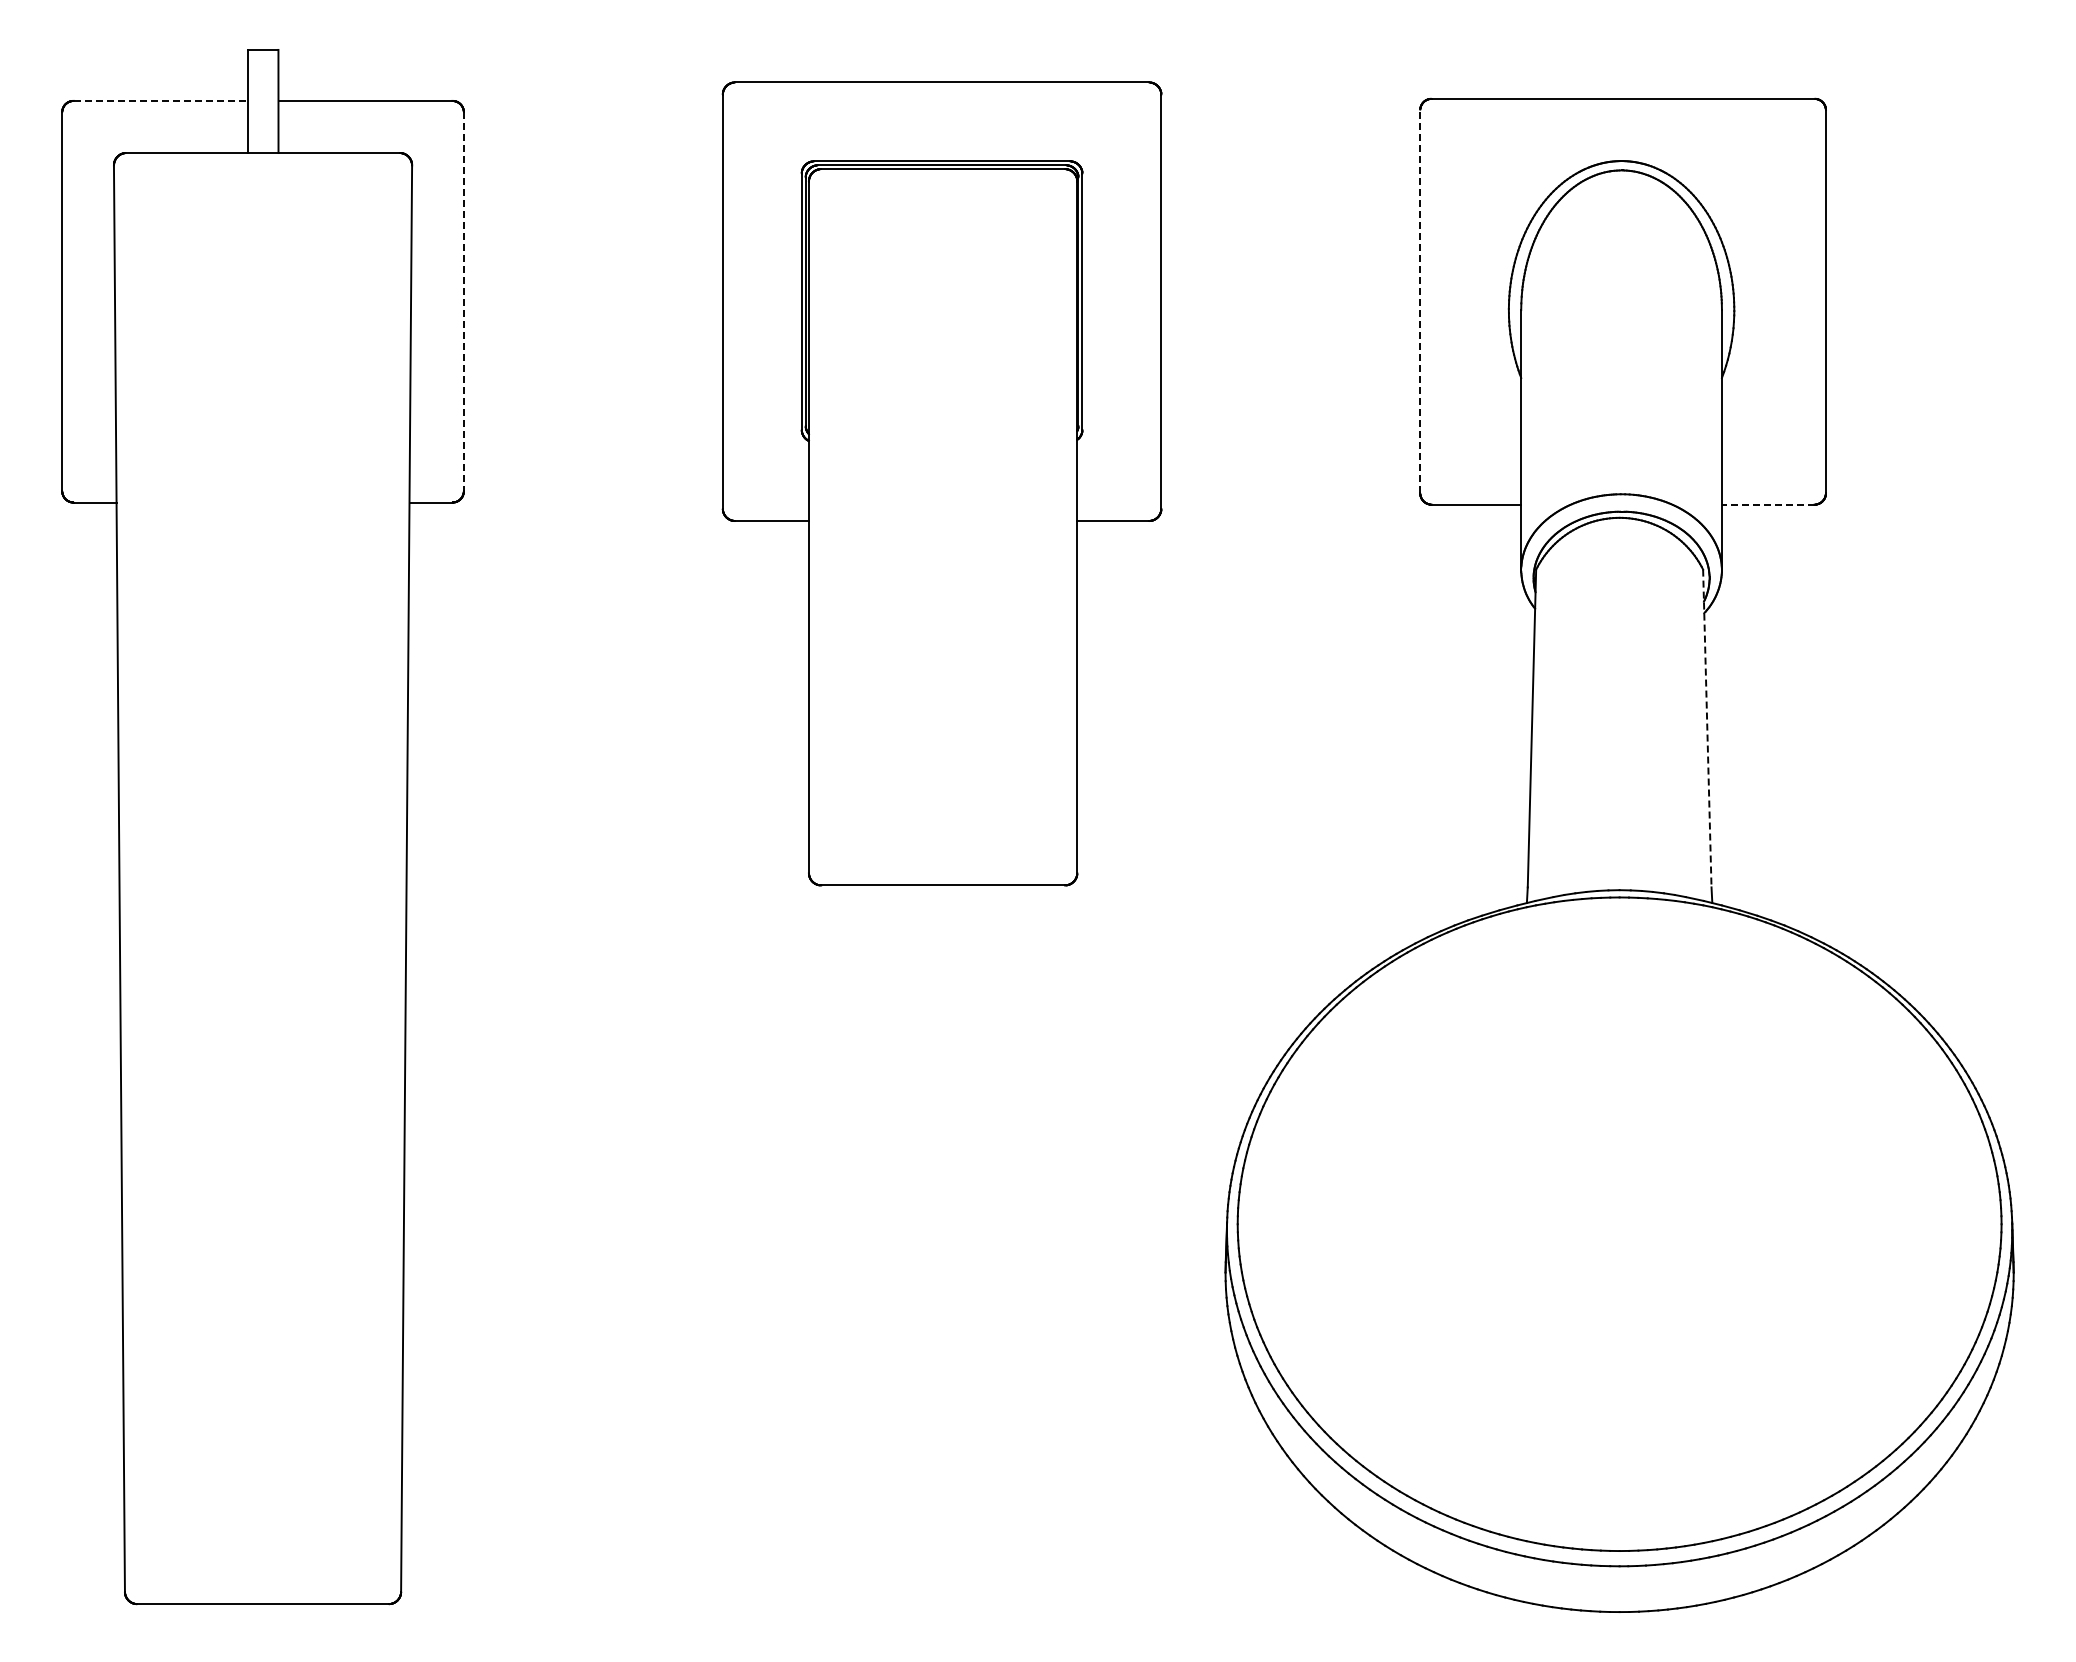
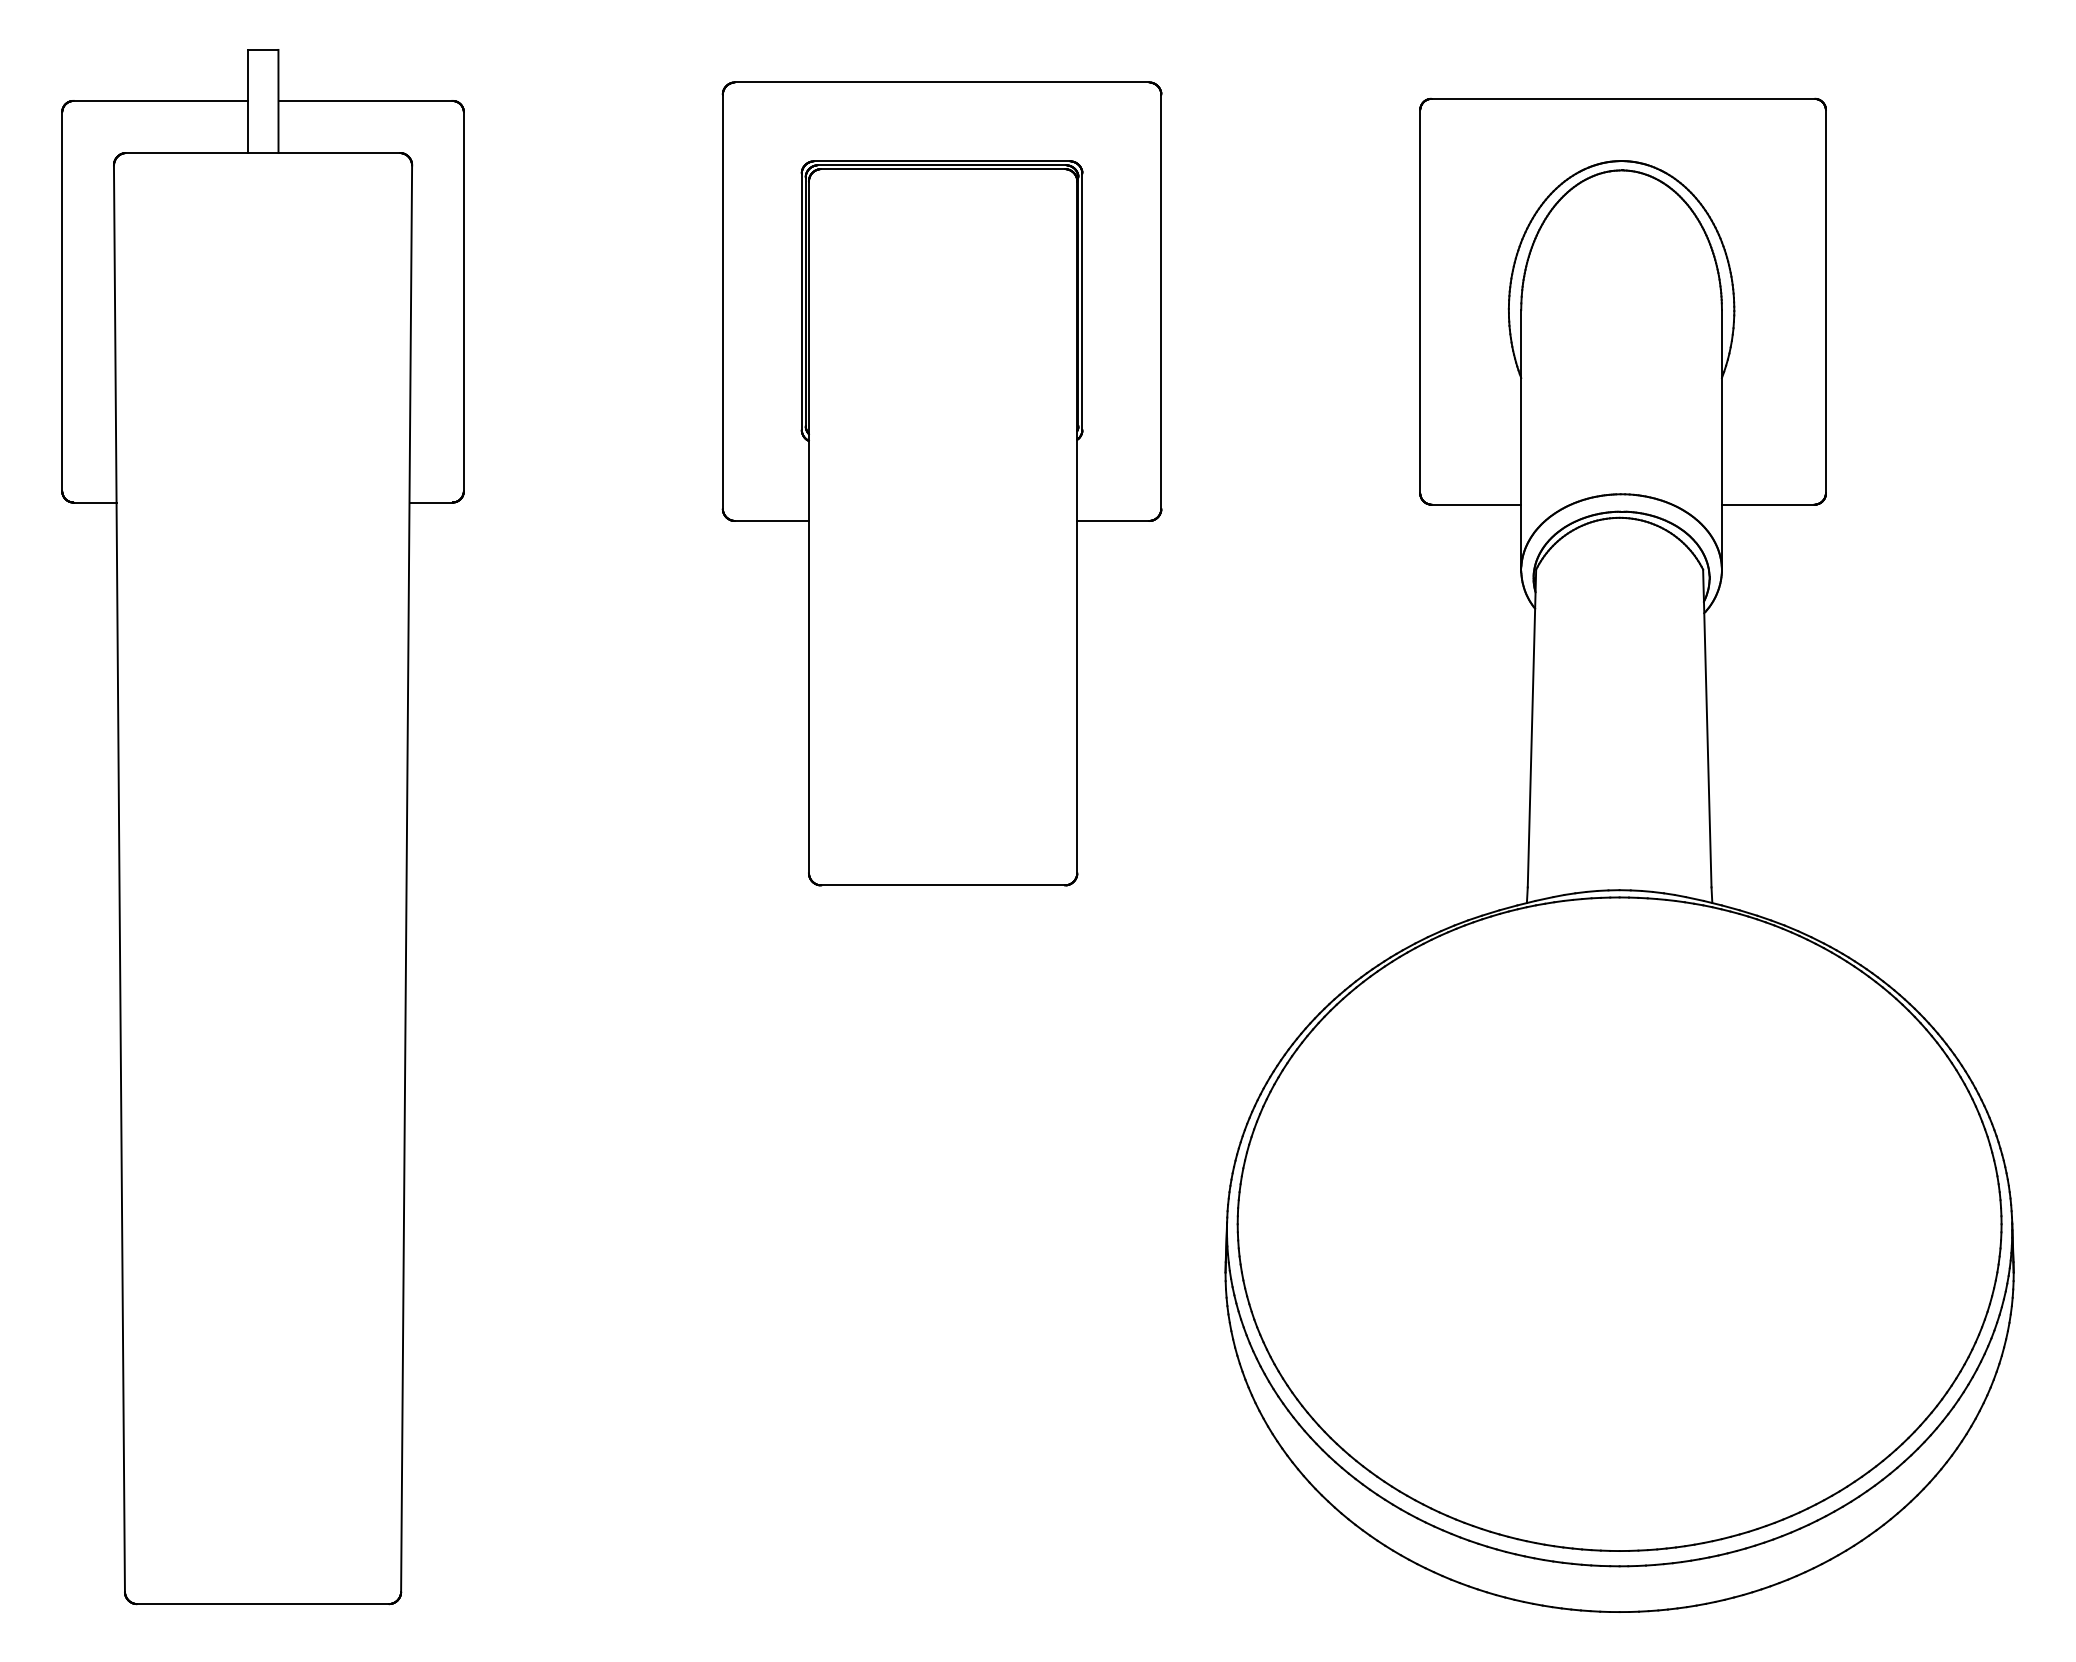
line at (161, 100): dashed -> solid
line at (1420, 301): dashed -> solid
line at (463, 302): dashed -> solid
line at (1767, 504): dashed -> solid
line at (1707, 728): dashed -> solid
